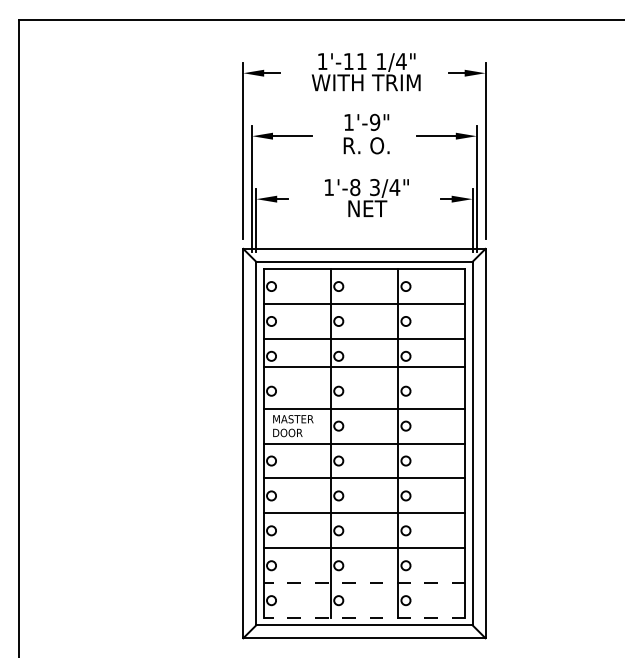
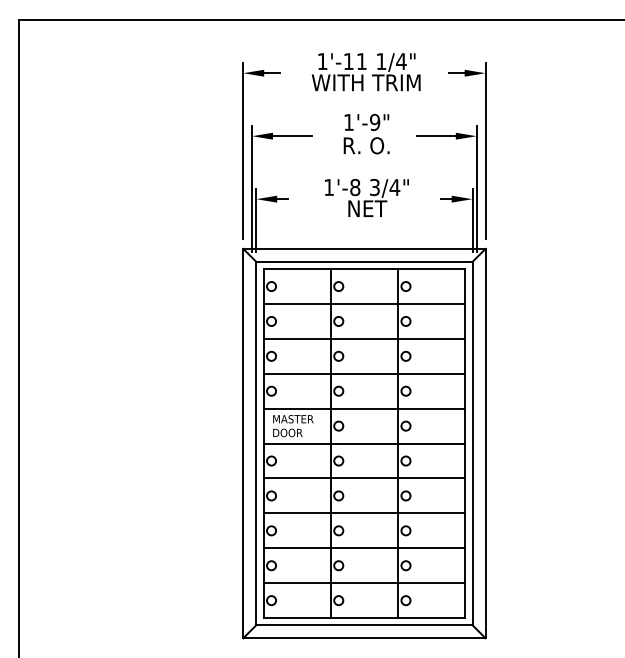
line at (364, 366) position: (364, 366) -> (364, 373)
line at (364, 583): dashed -> solid
line at (364, 618): dashed -> solid
